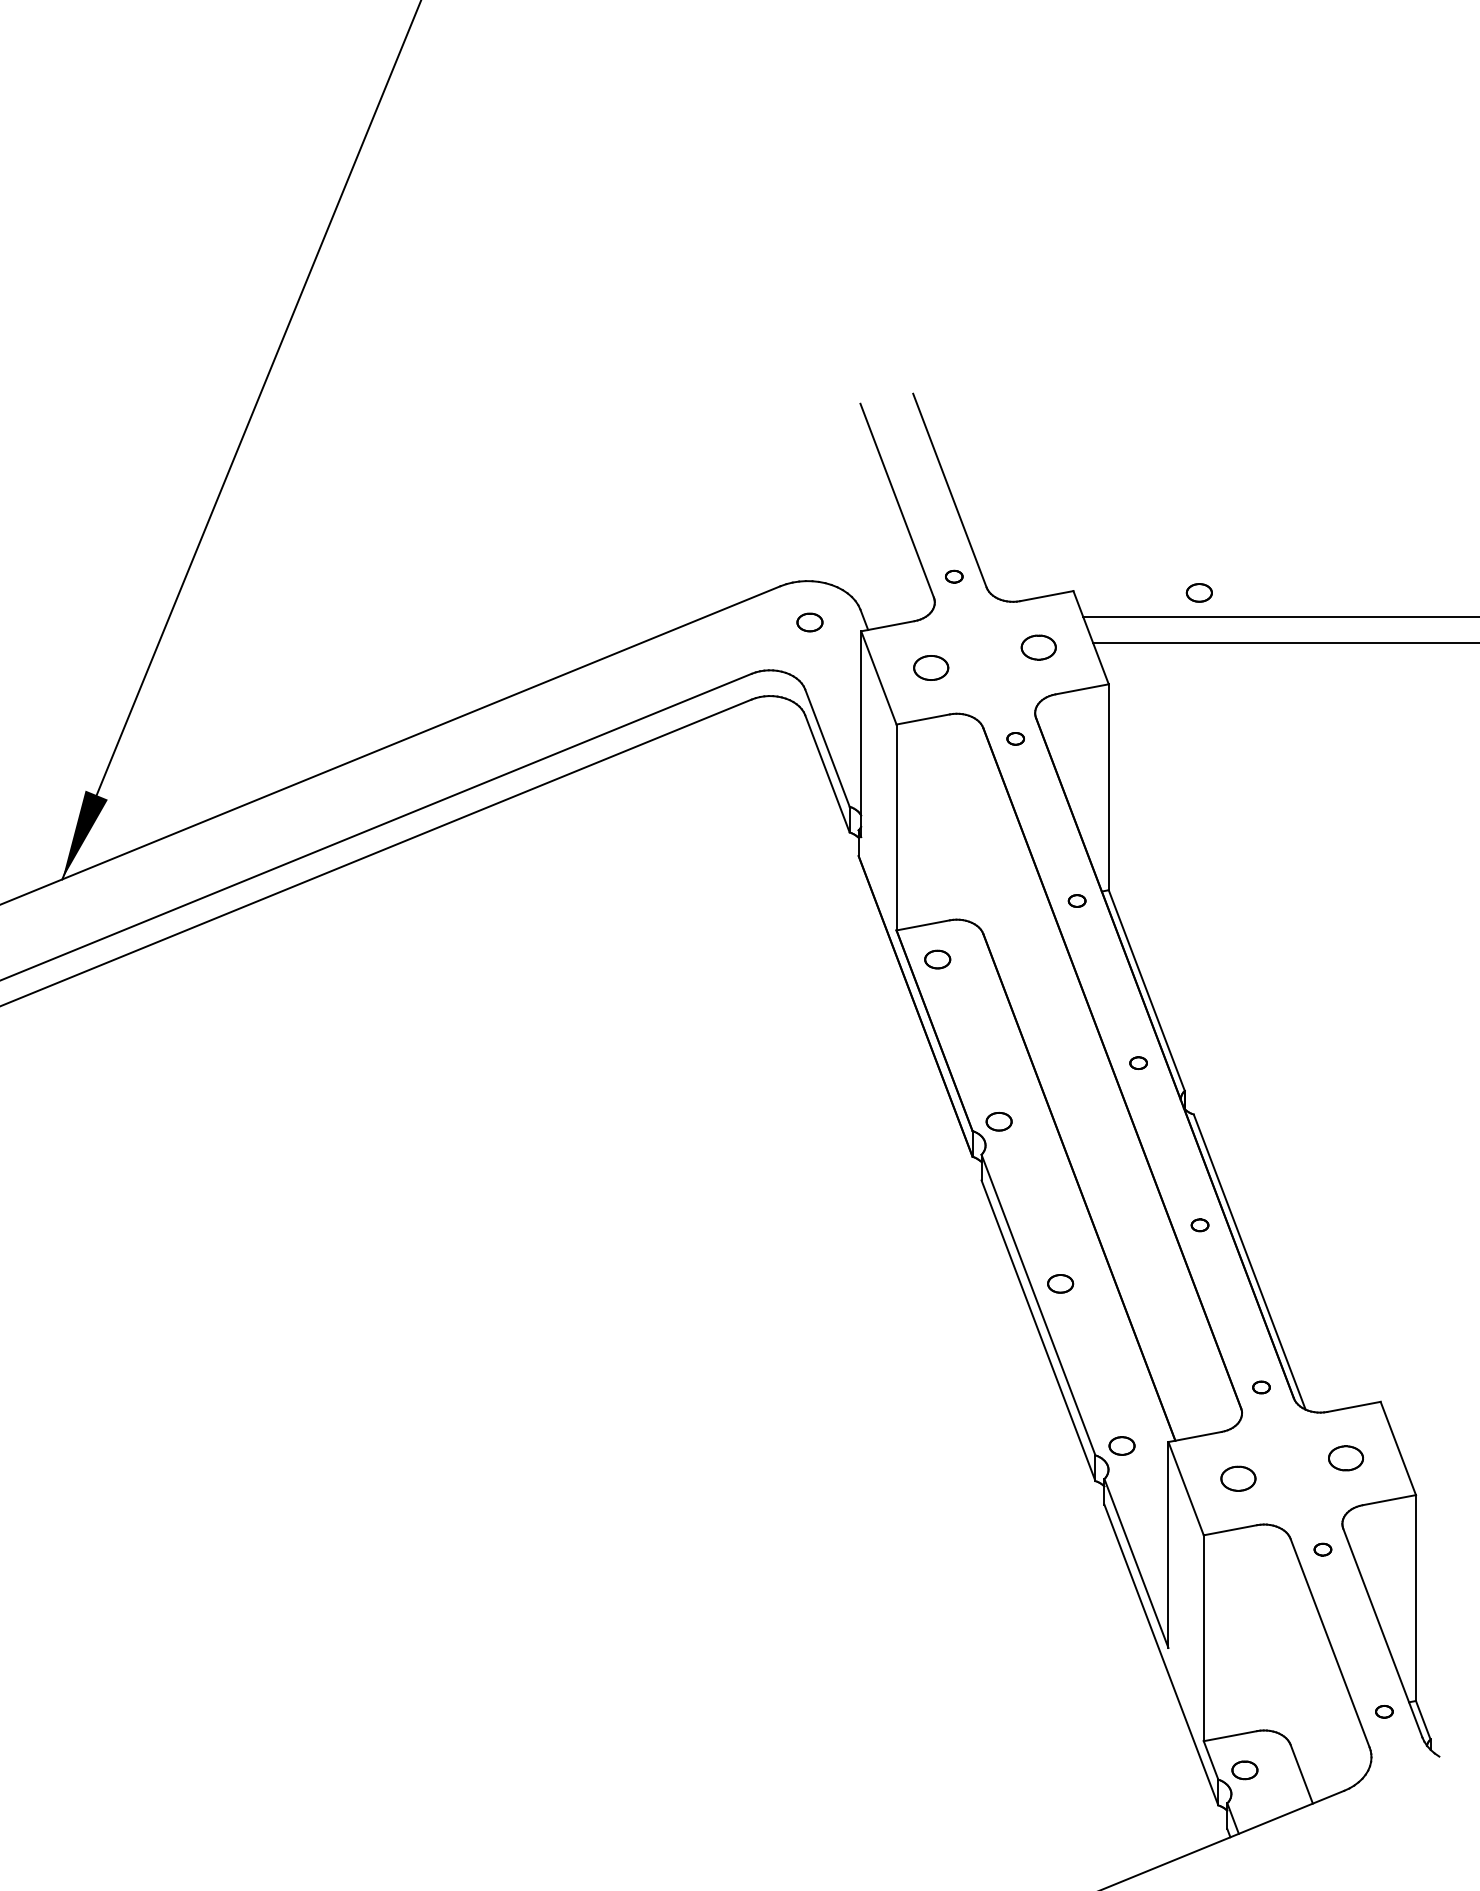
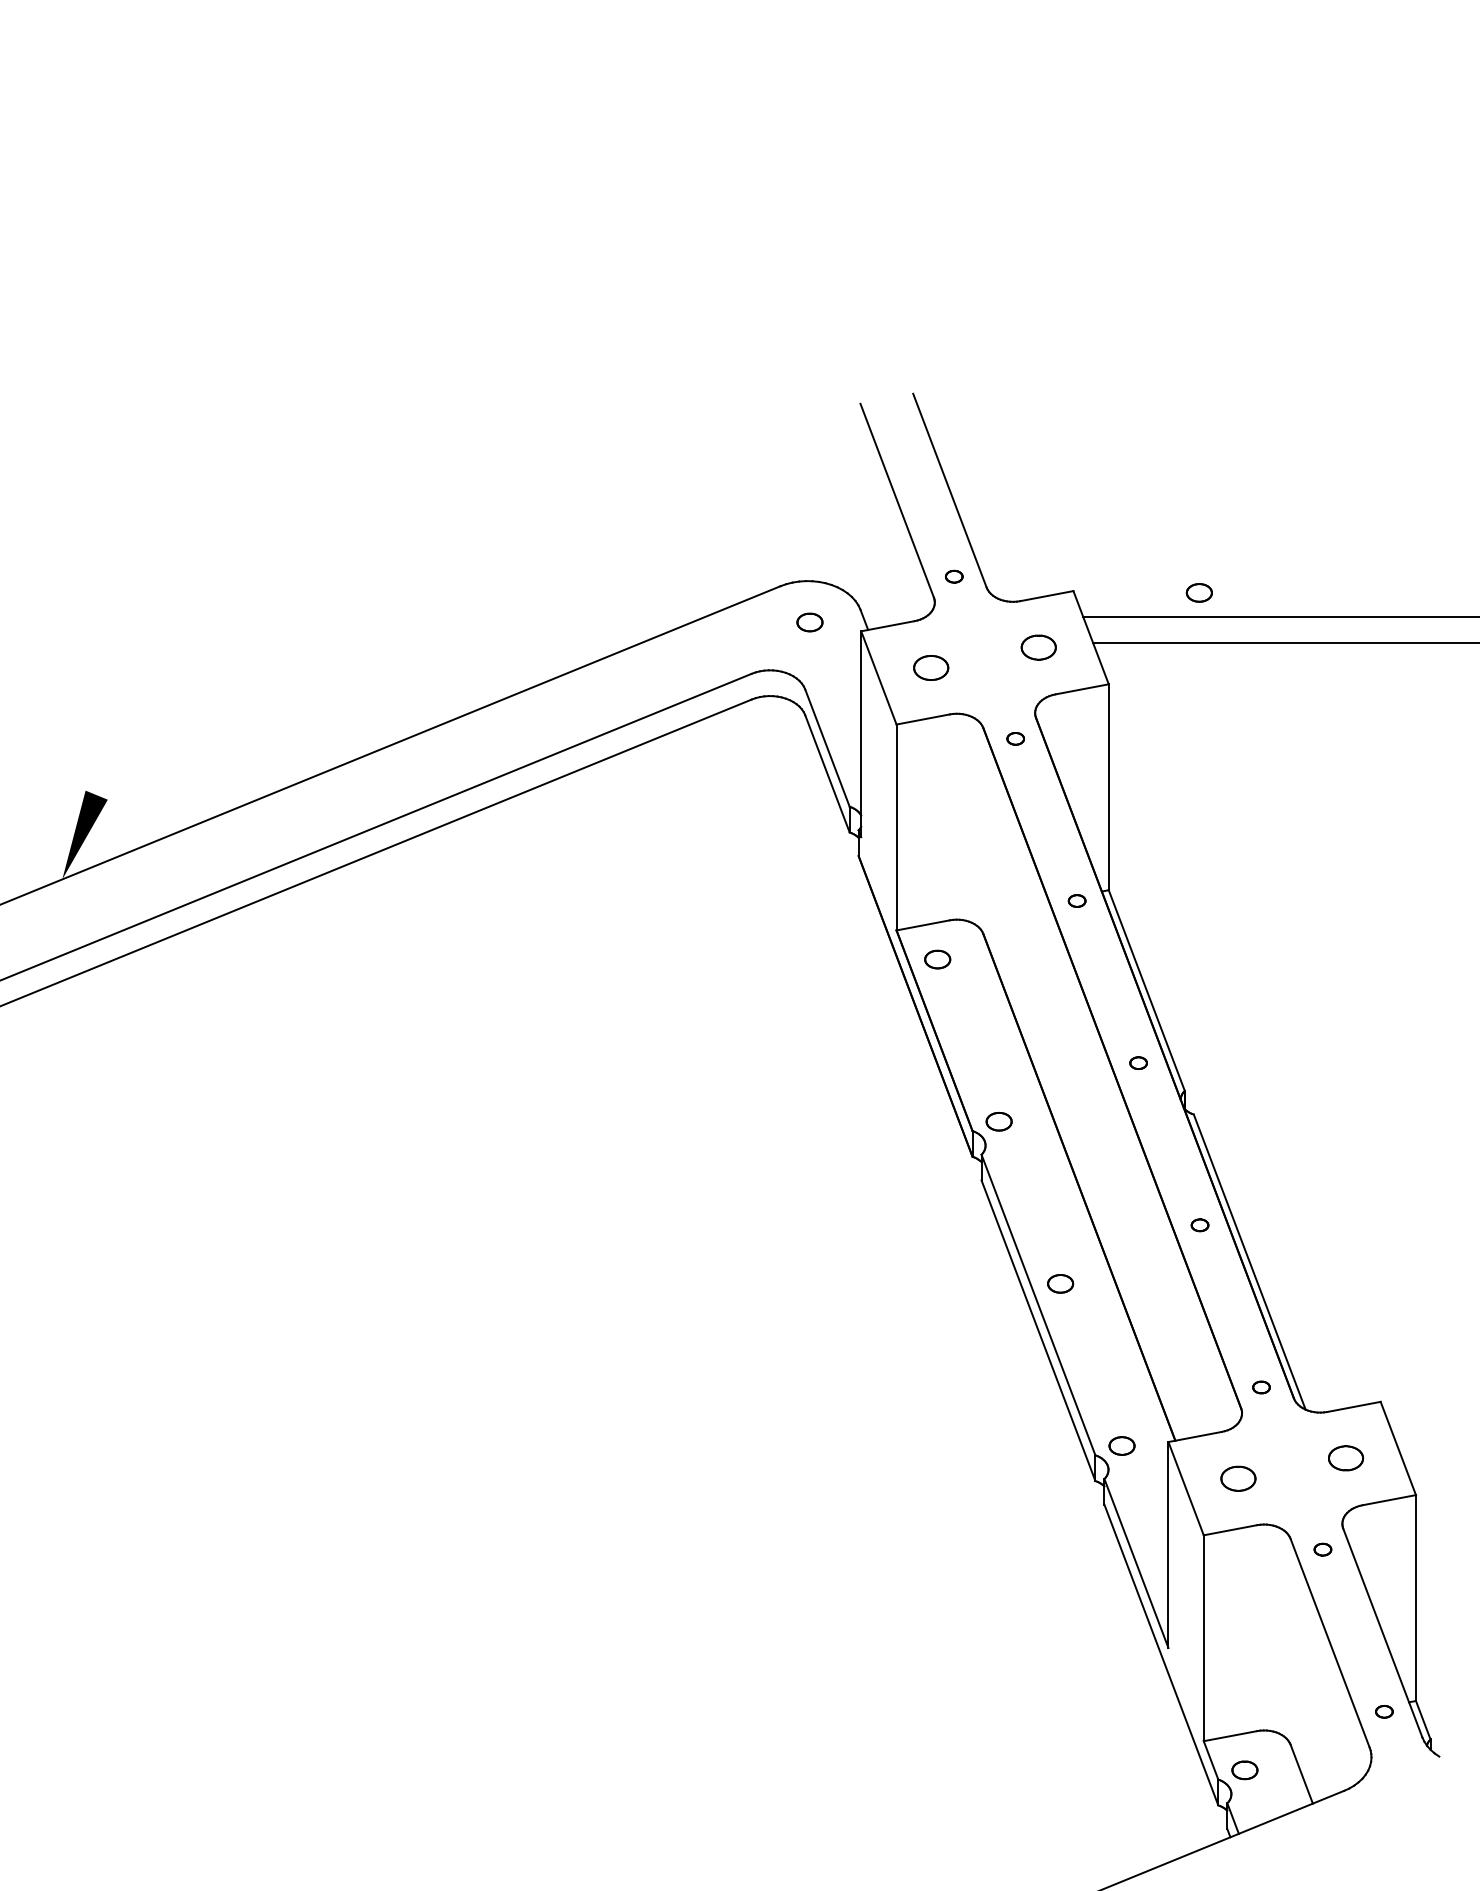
line at (241, 440): present -> none
